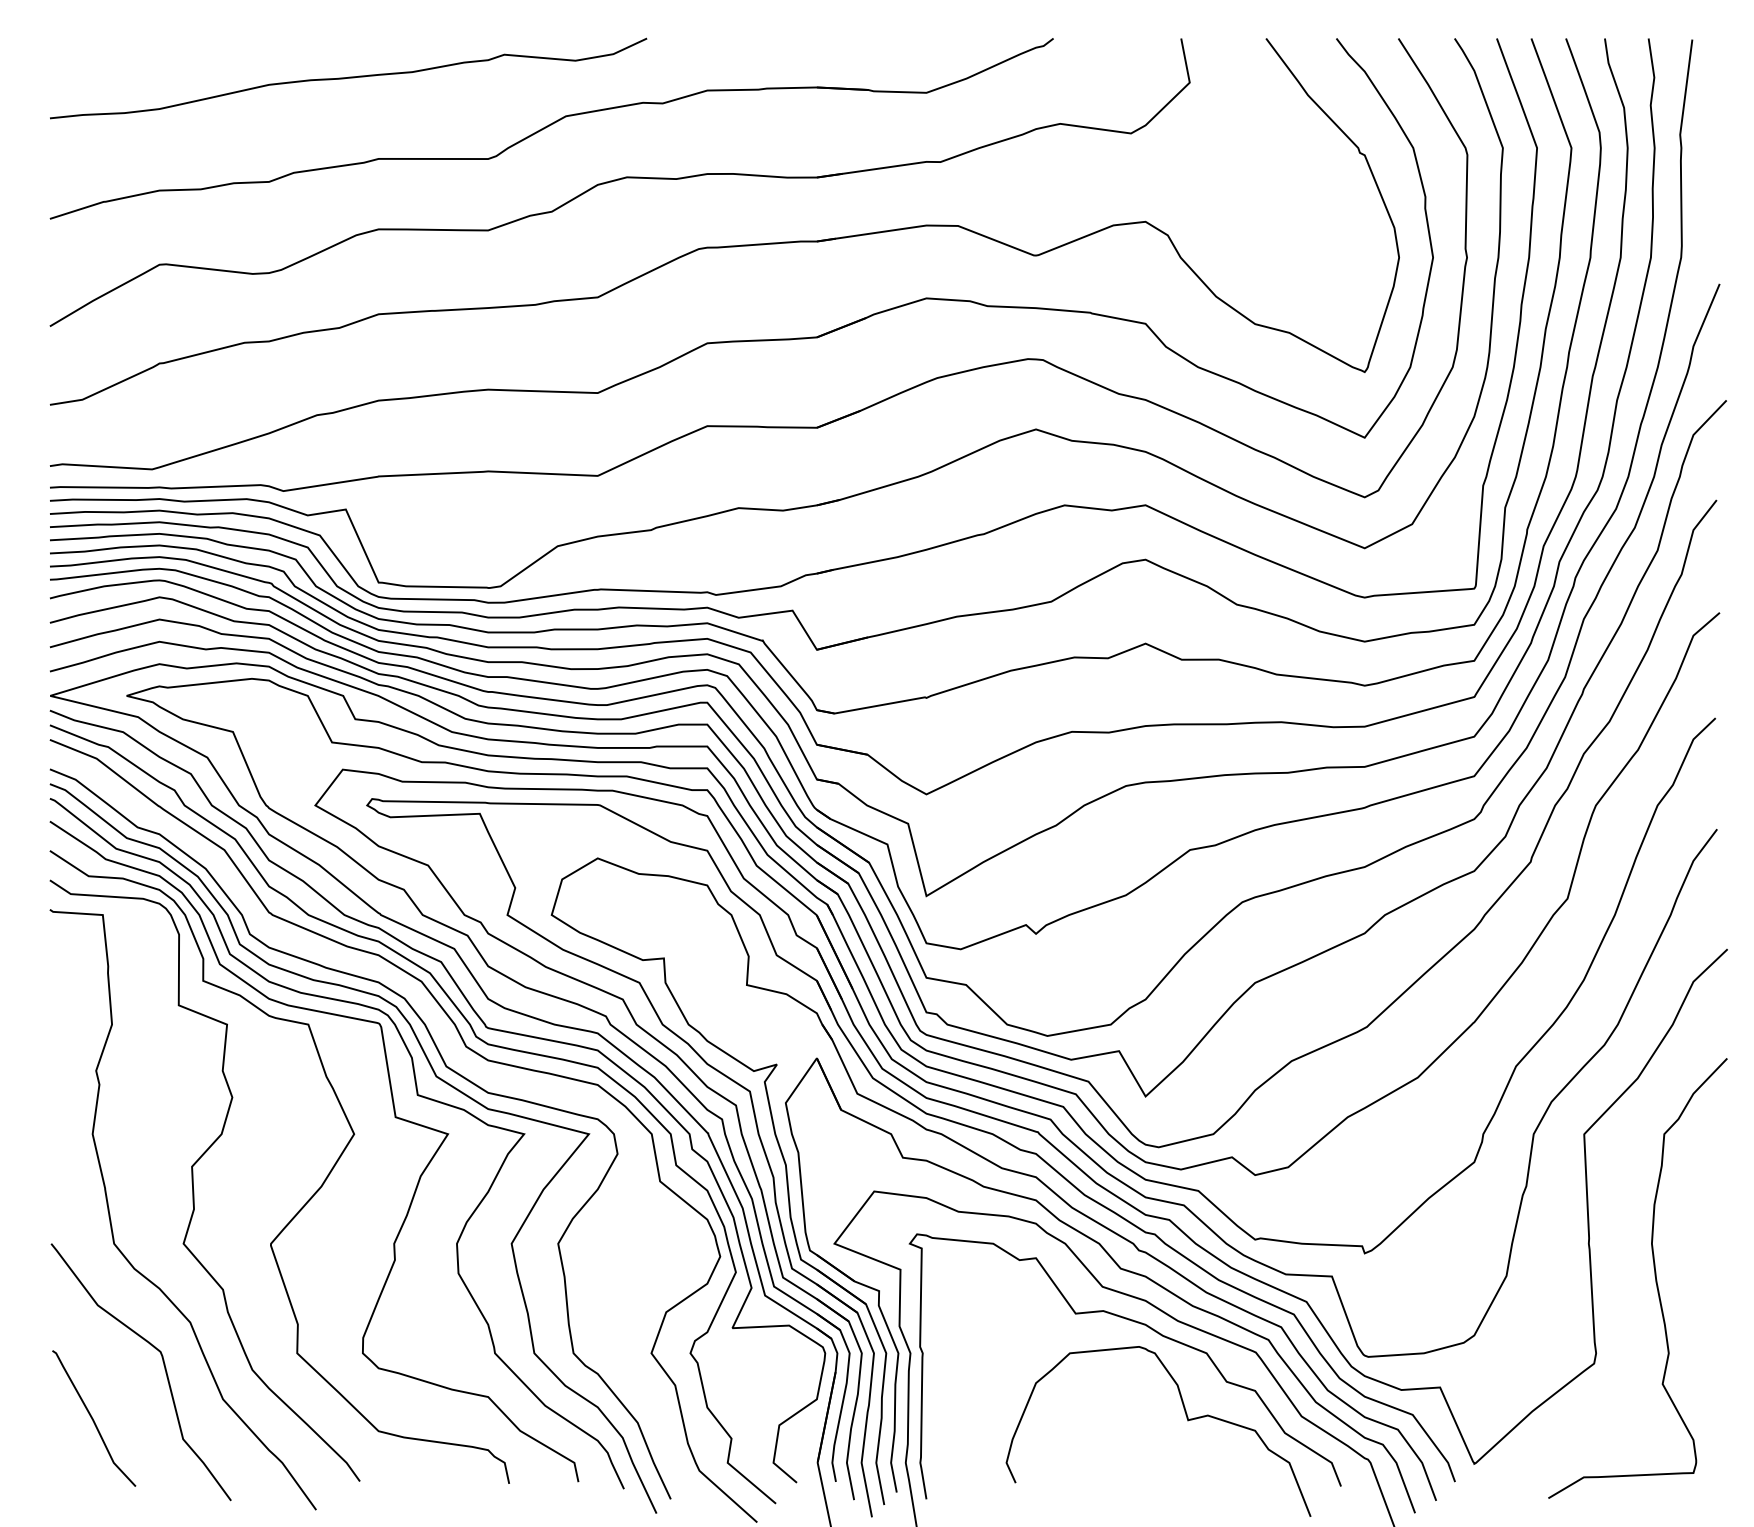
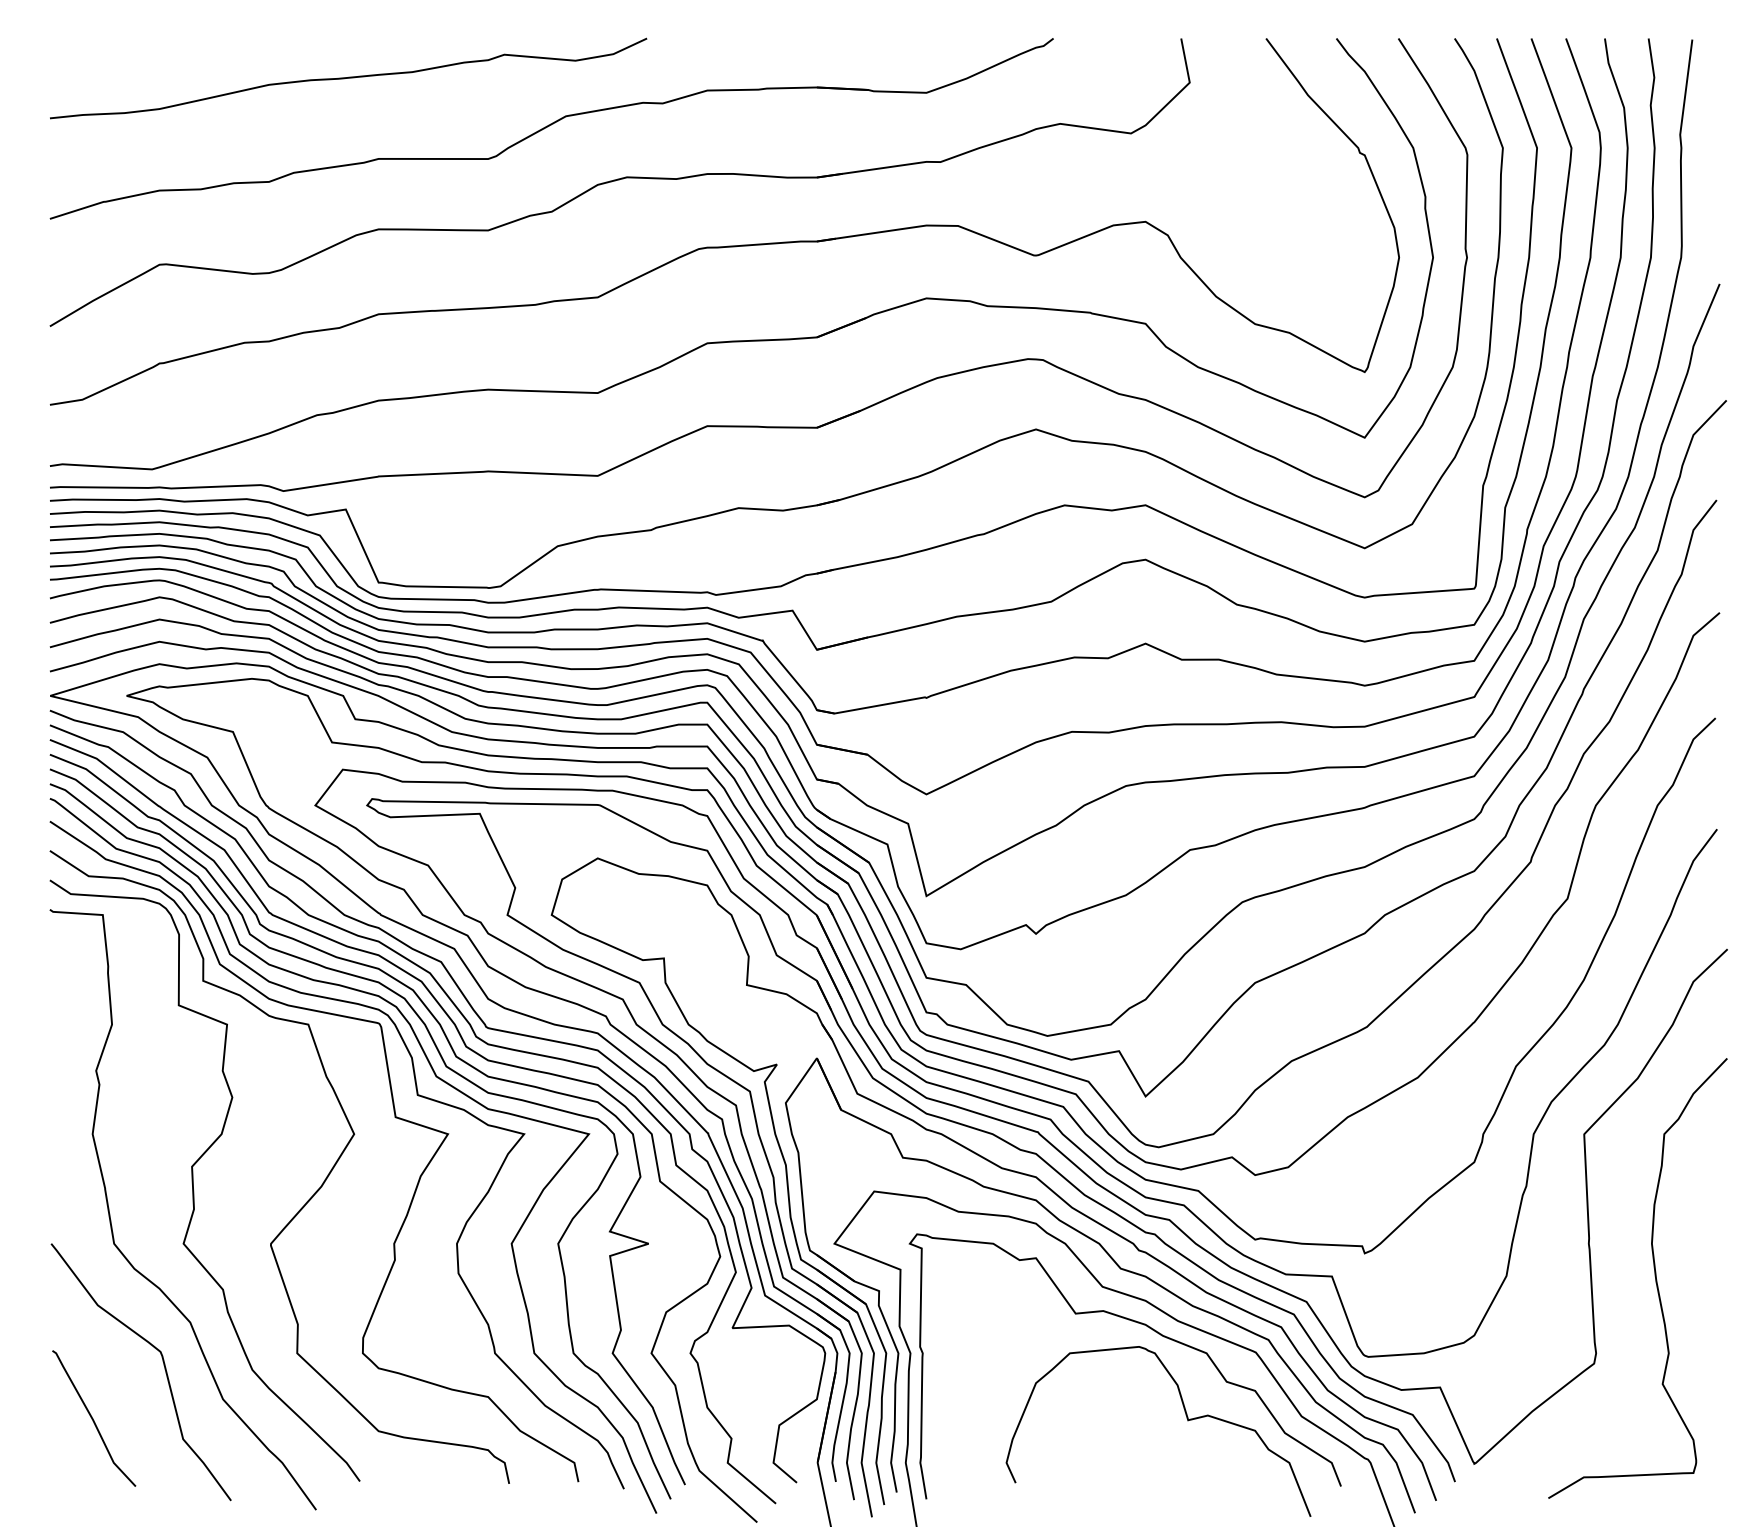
curve at (455, 1057): none -> present
